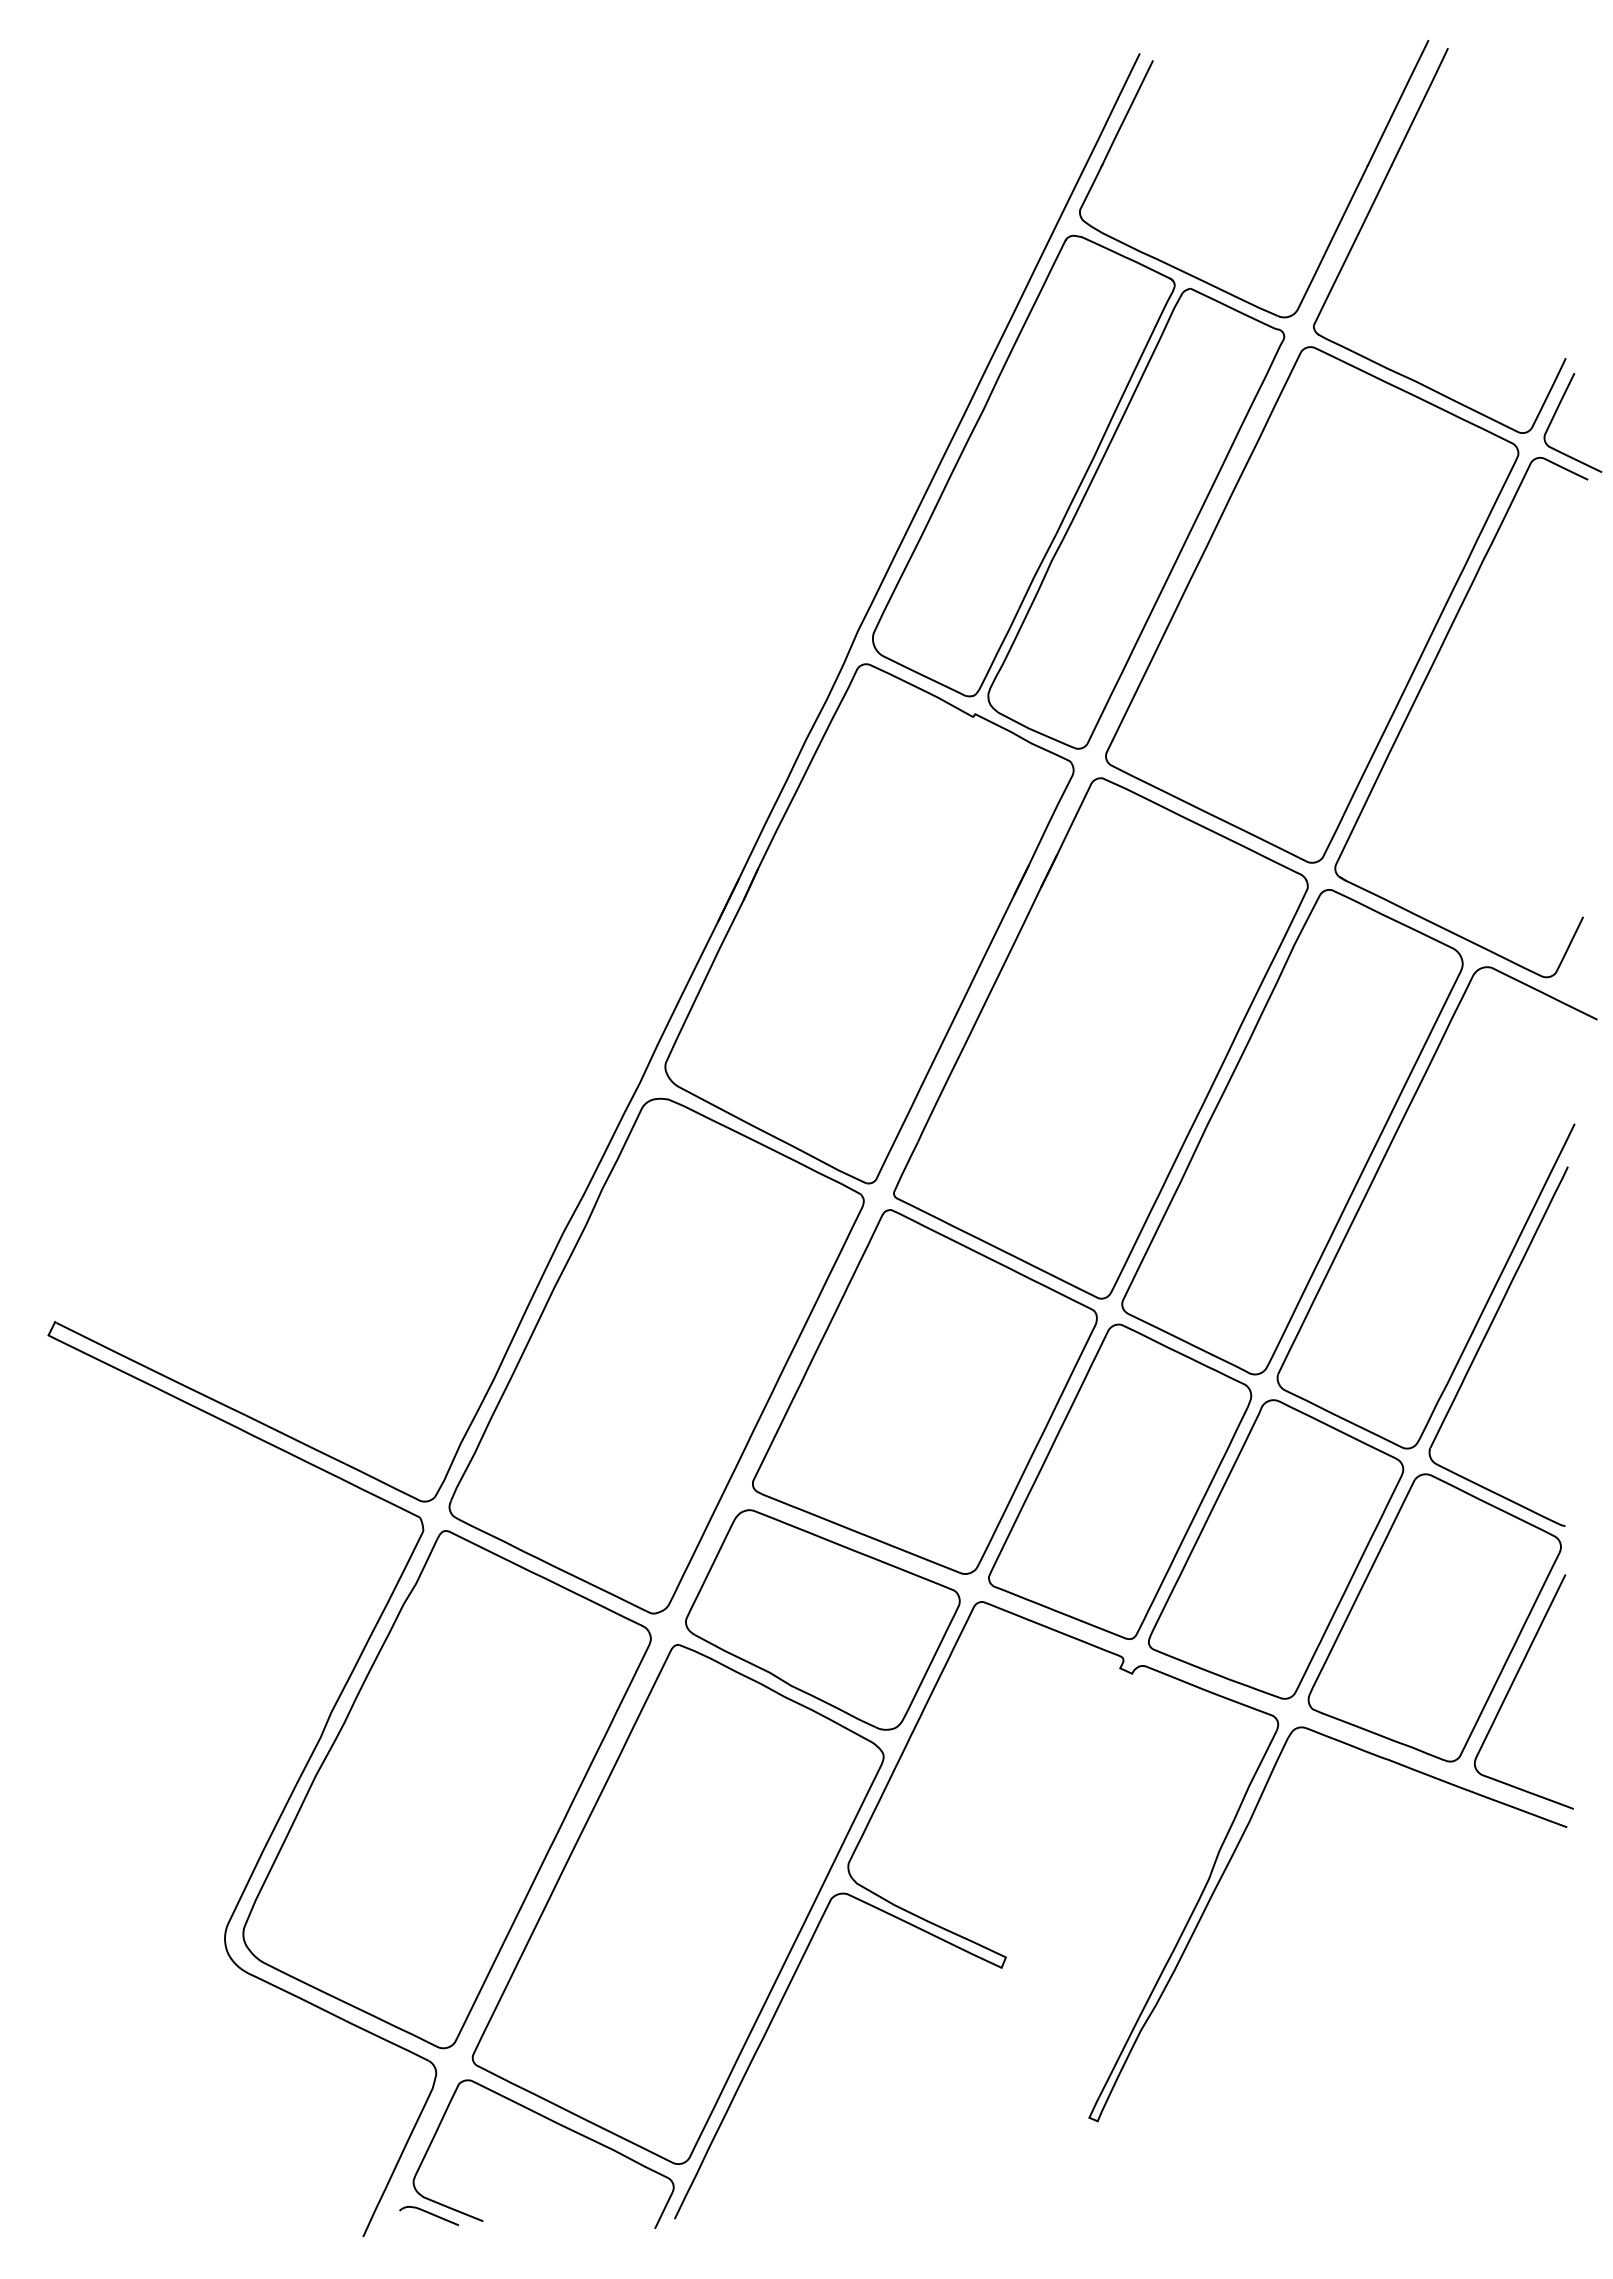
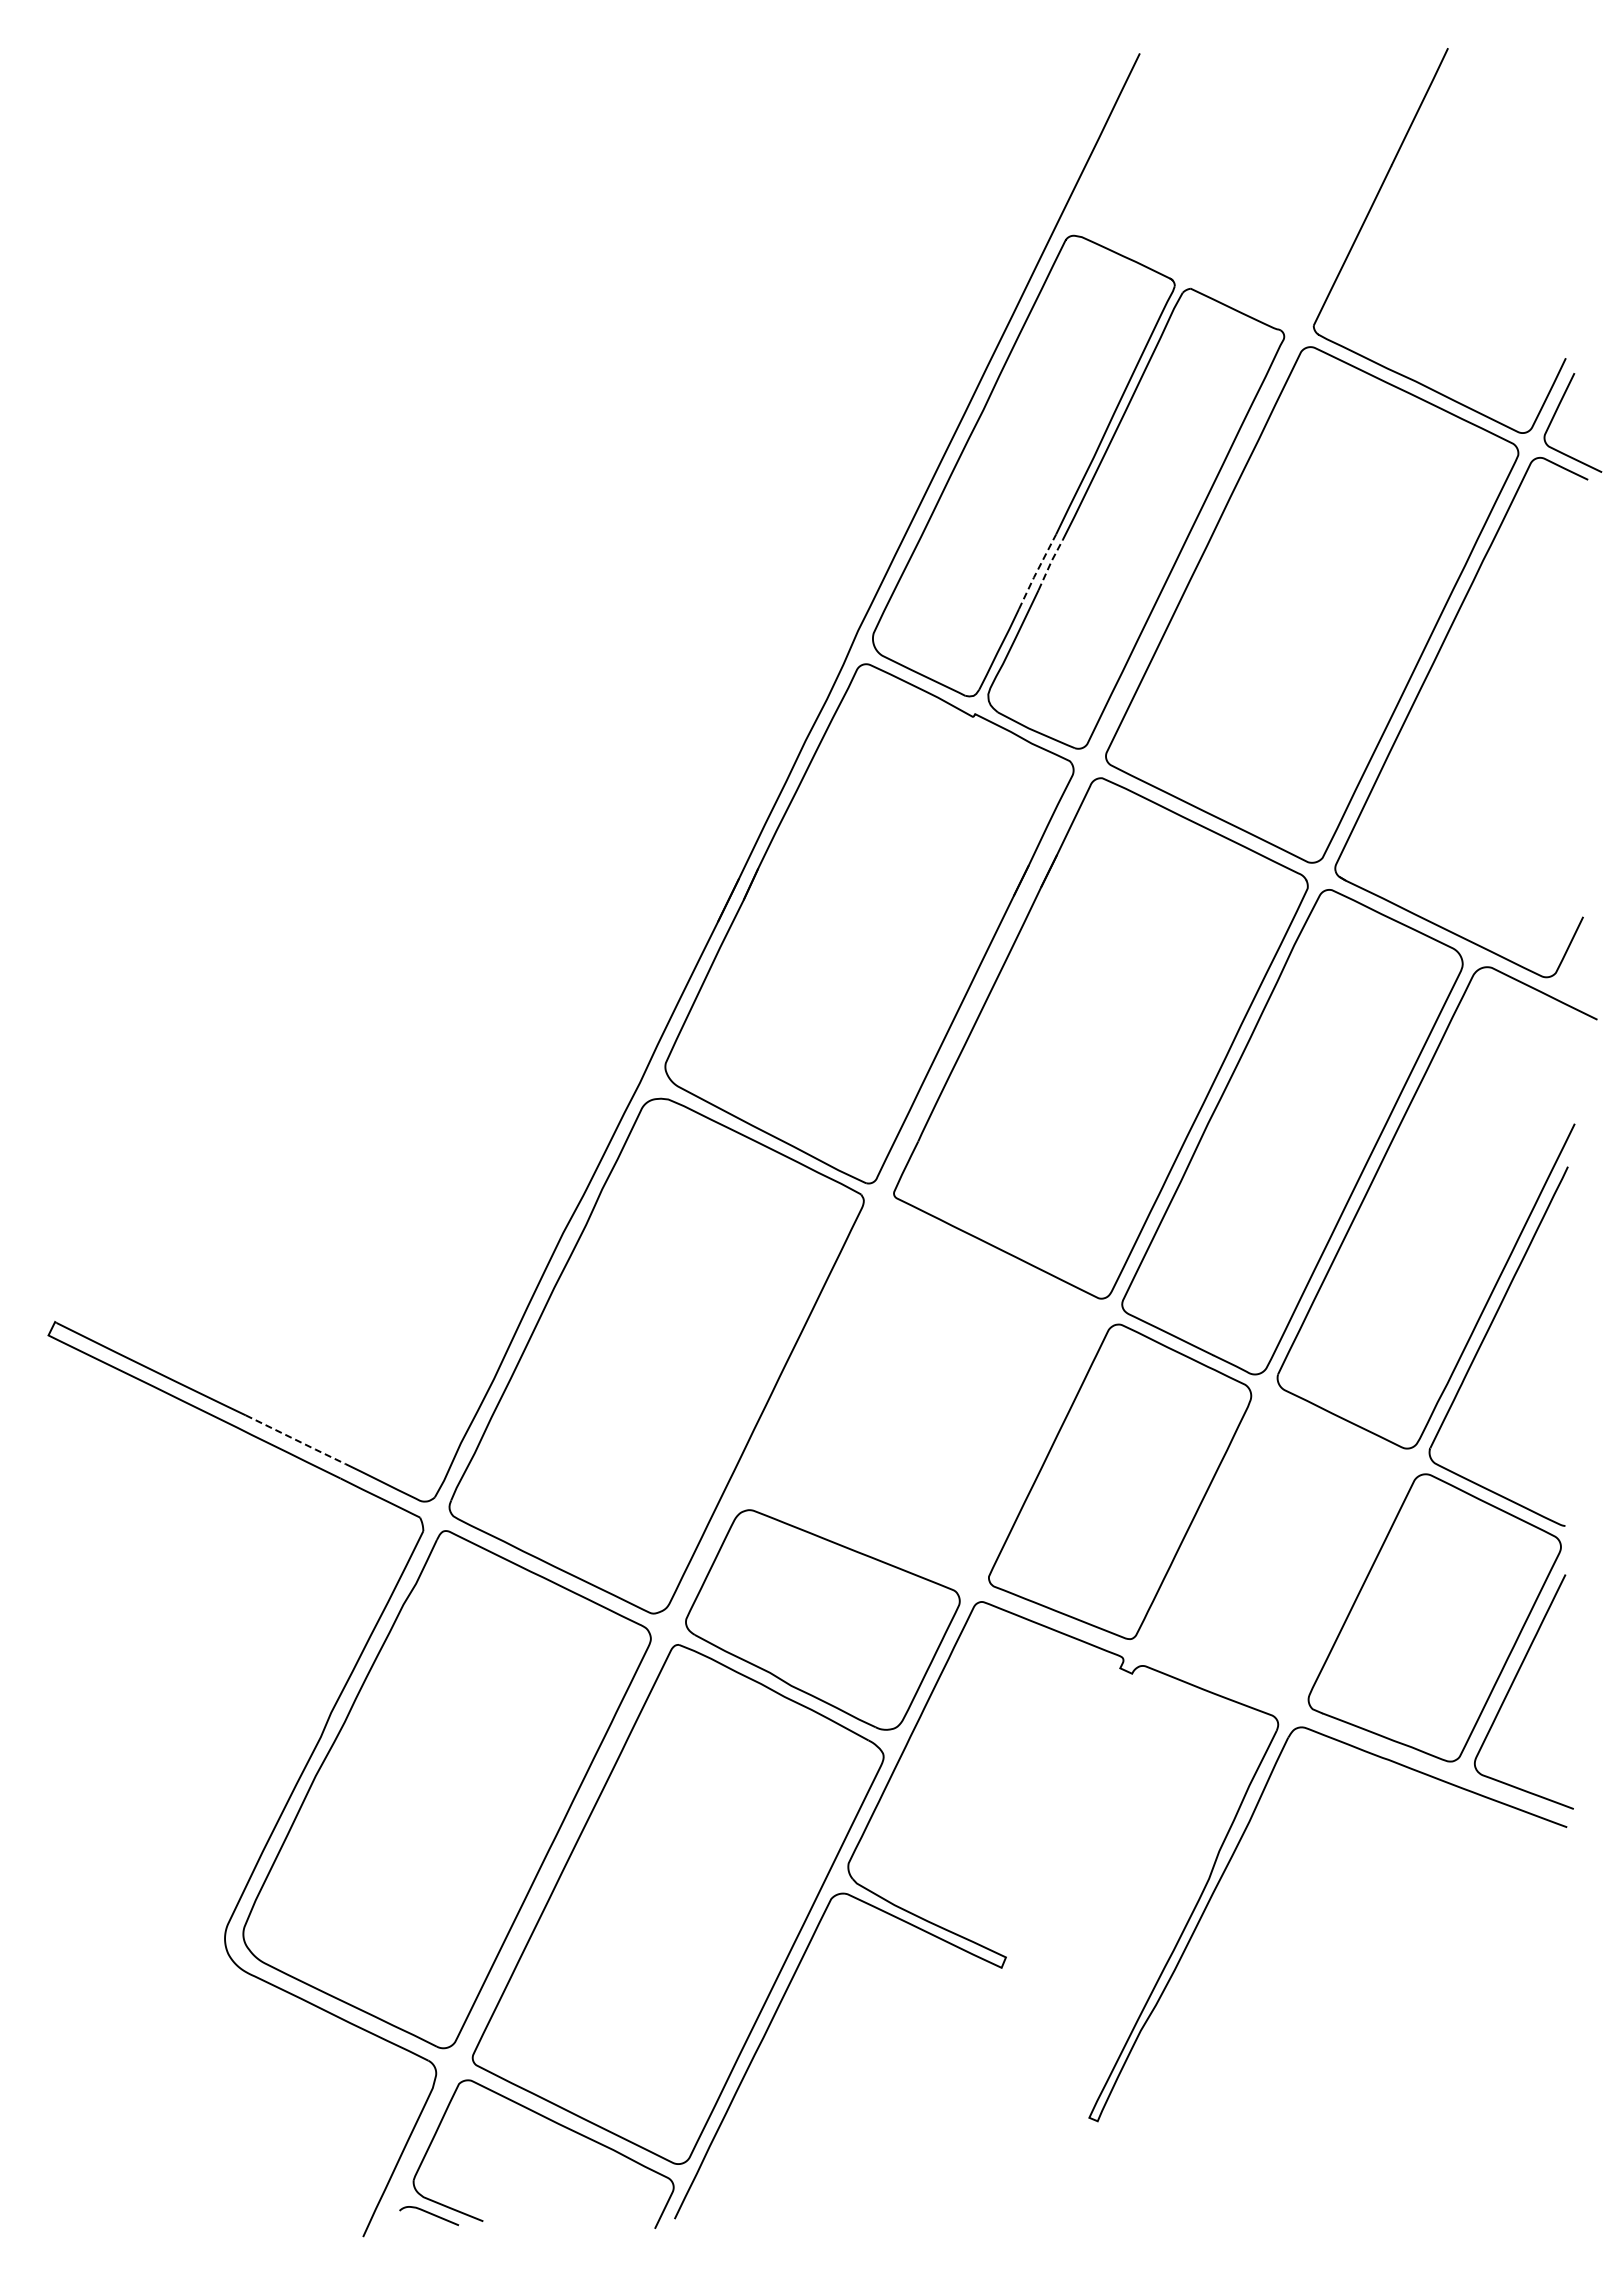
part at (1339, 221): present -> none
line at (1050, 564): solid -> dashed
line at (1037, 571): solid -> dashed
part at (924, 1391): present -> none
line at (296, 1440): solid -> dashed
part at (1276, 1549): present -> none
